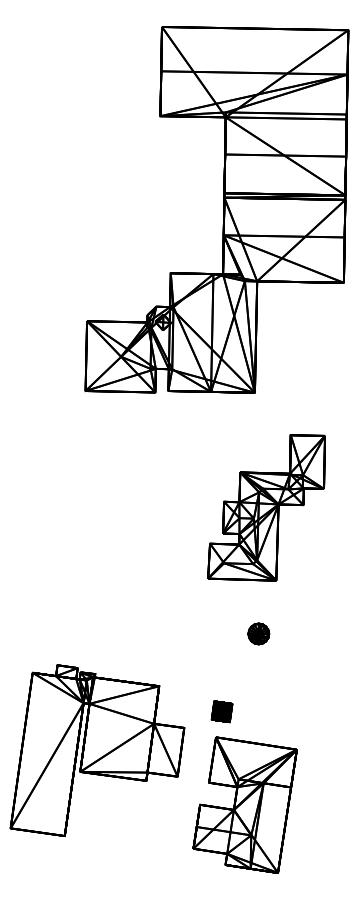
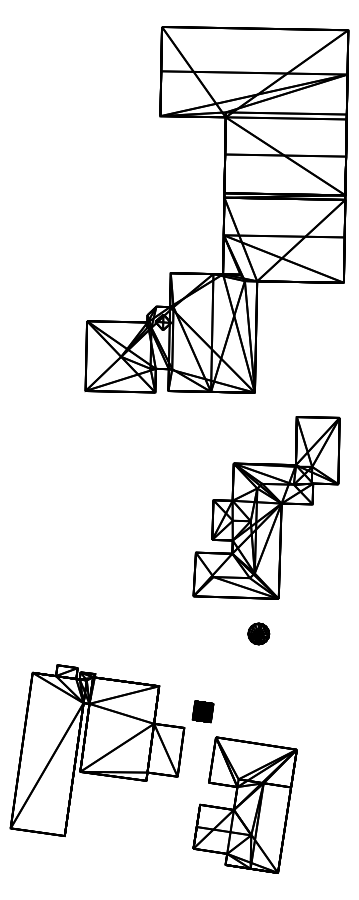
part at (266, 507) size: 119x148 px -> 149x184 px
part at (221, 711) position: (221, 711) -> (202, 711)
